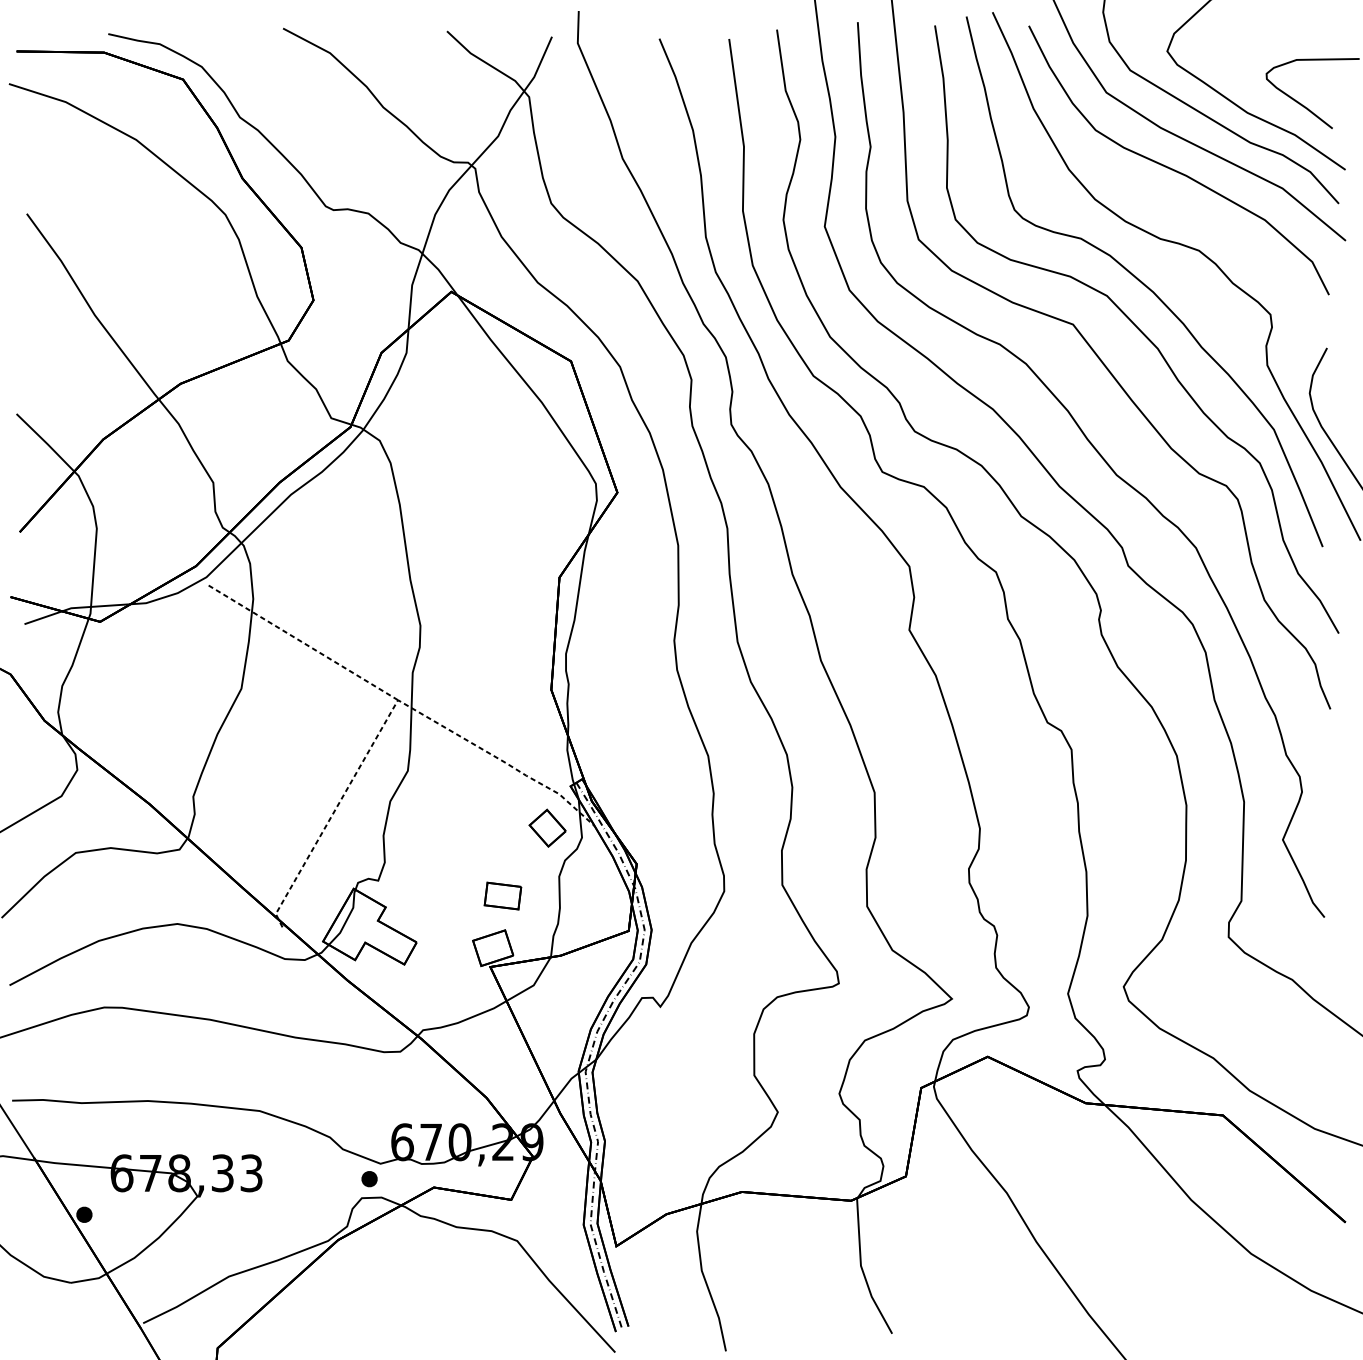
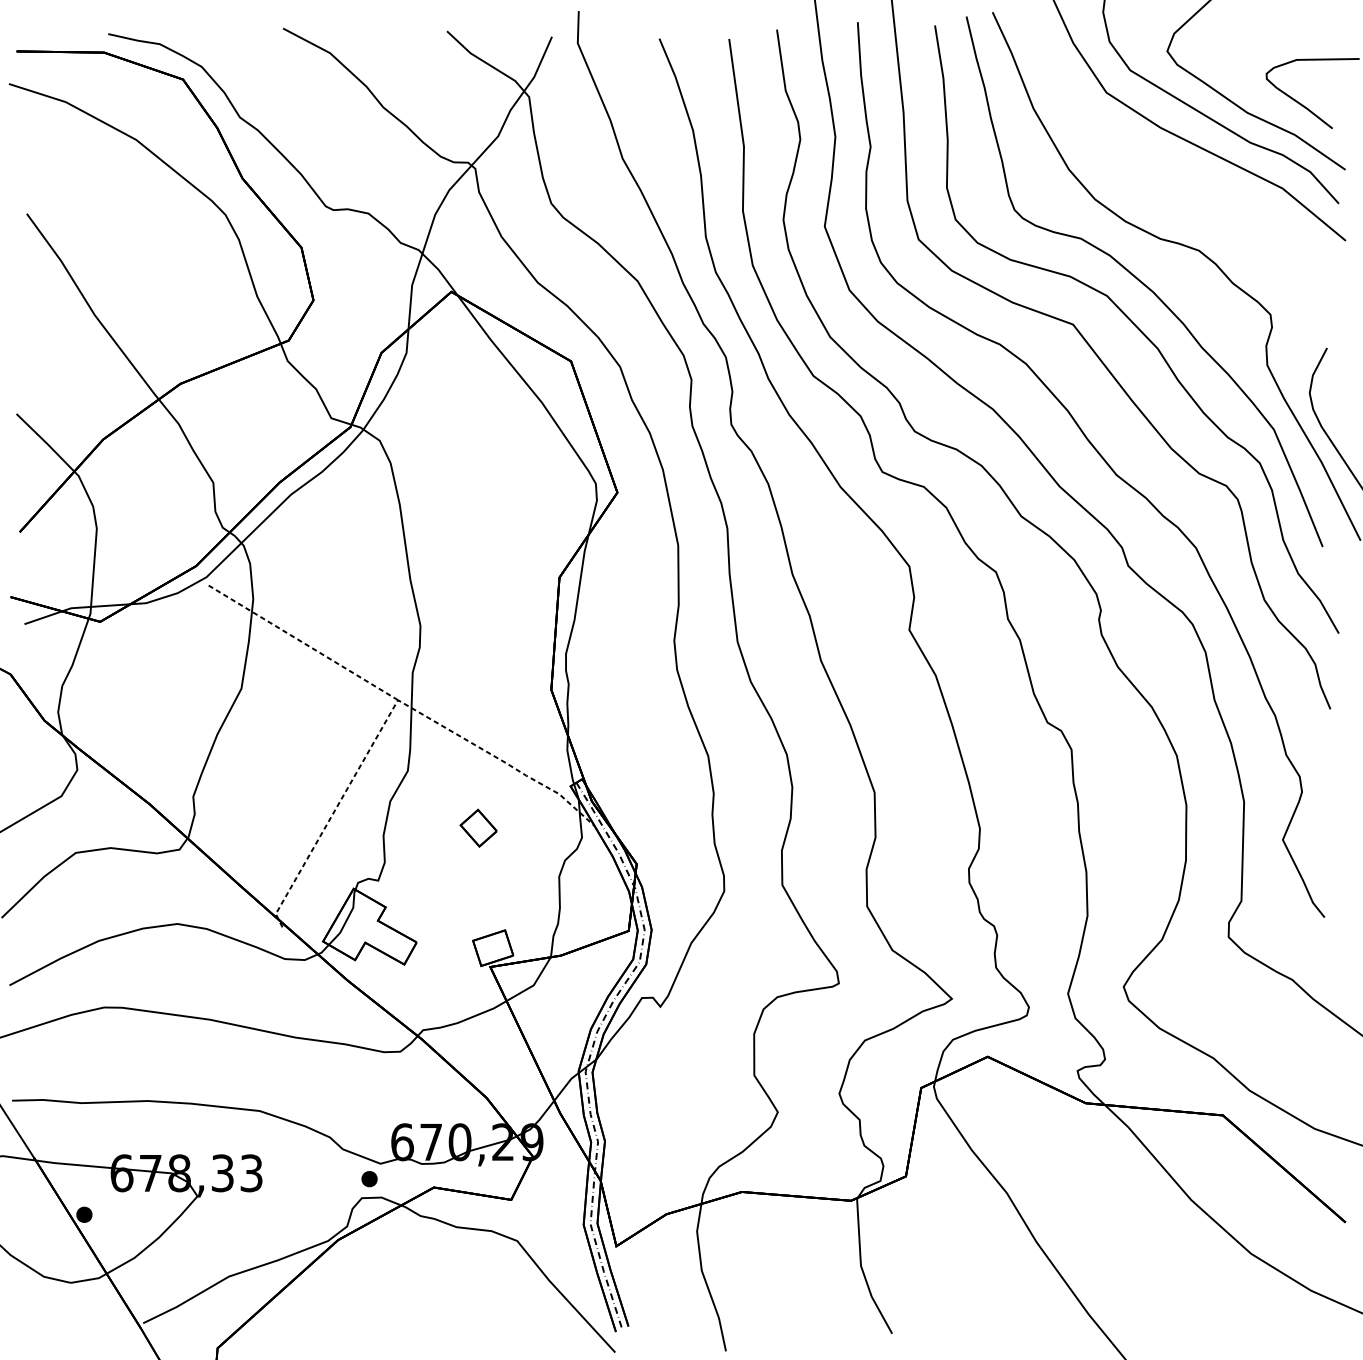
curve at (1175, 169): present -> none
part at (547, 827) position: (547, 827) -> (478, 827)
part at (502, 895): present -> none
